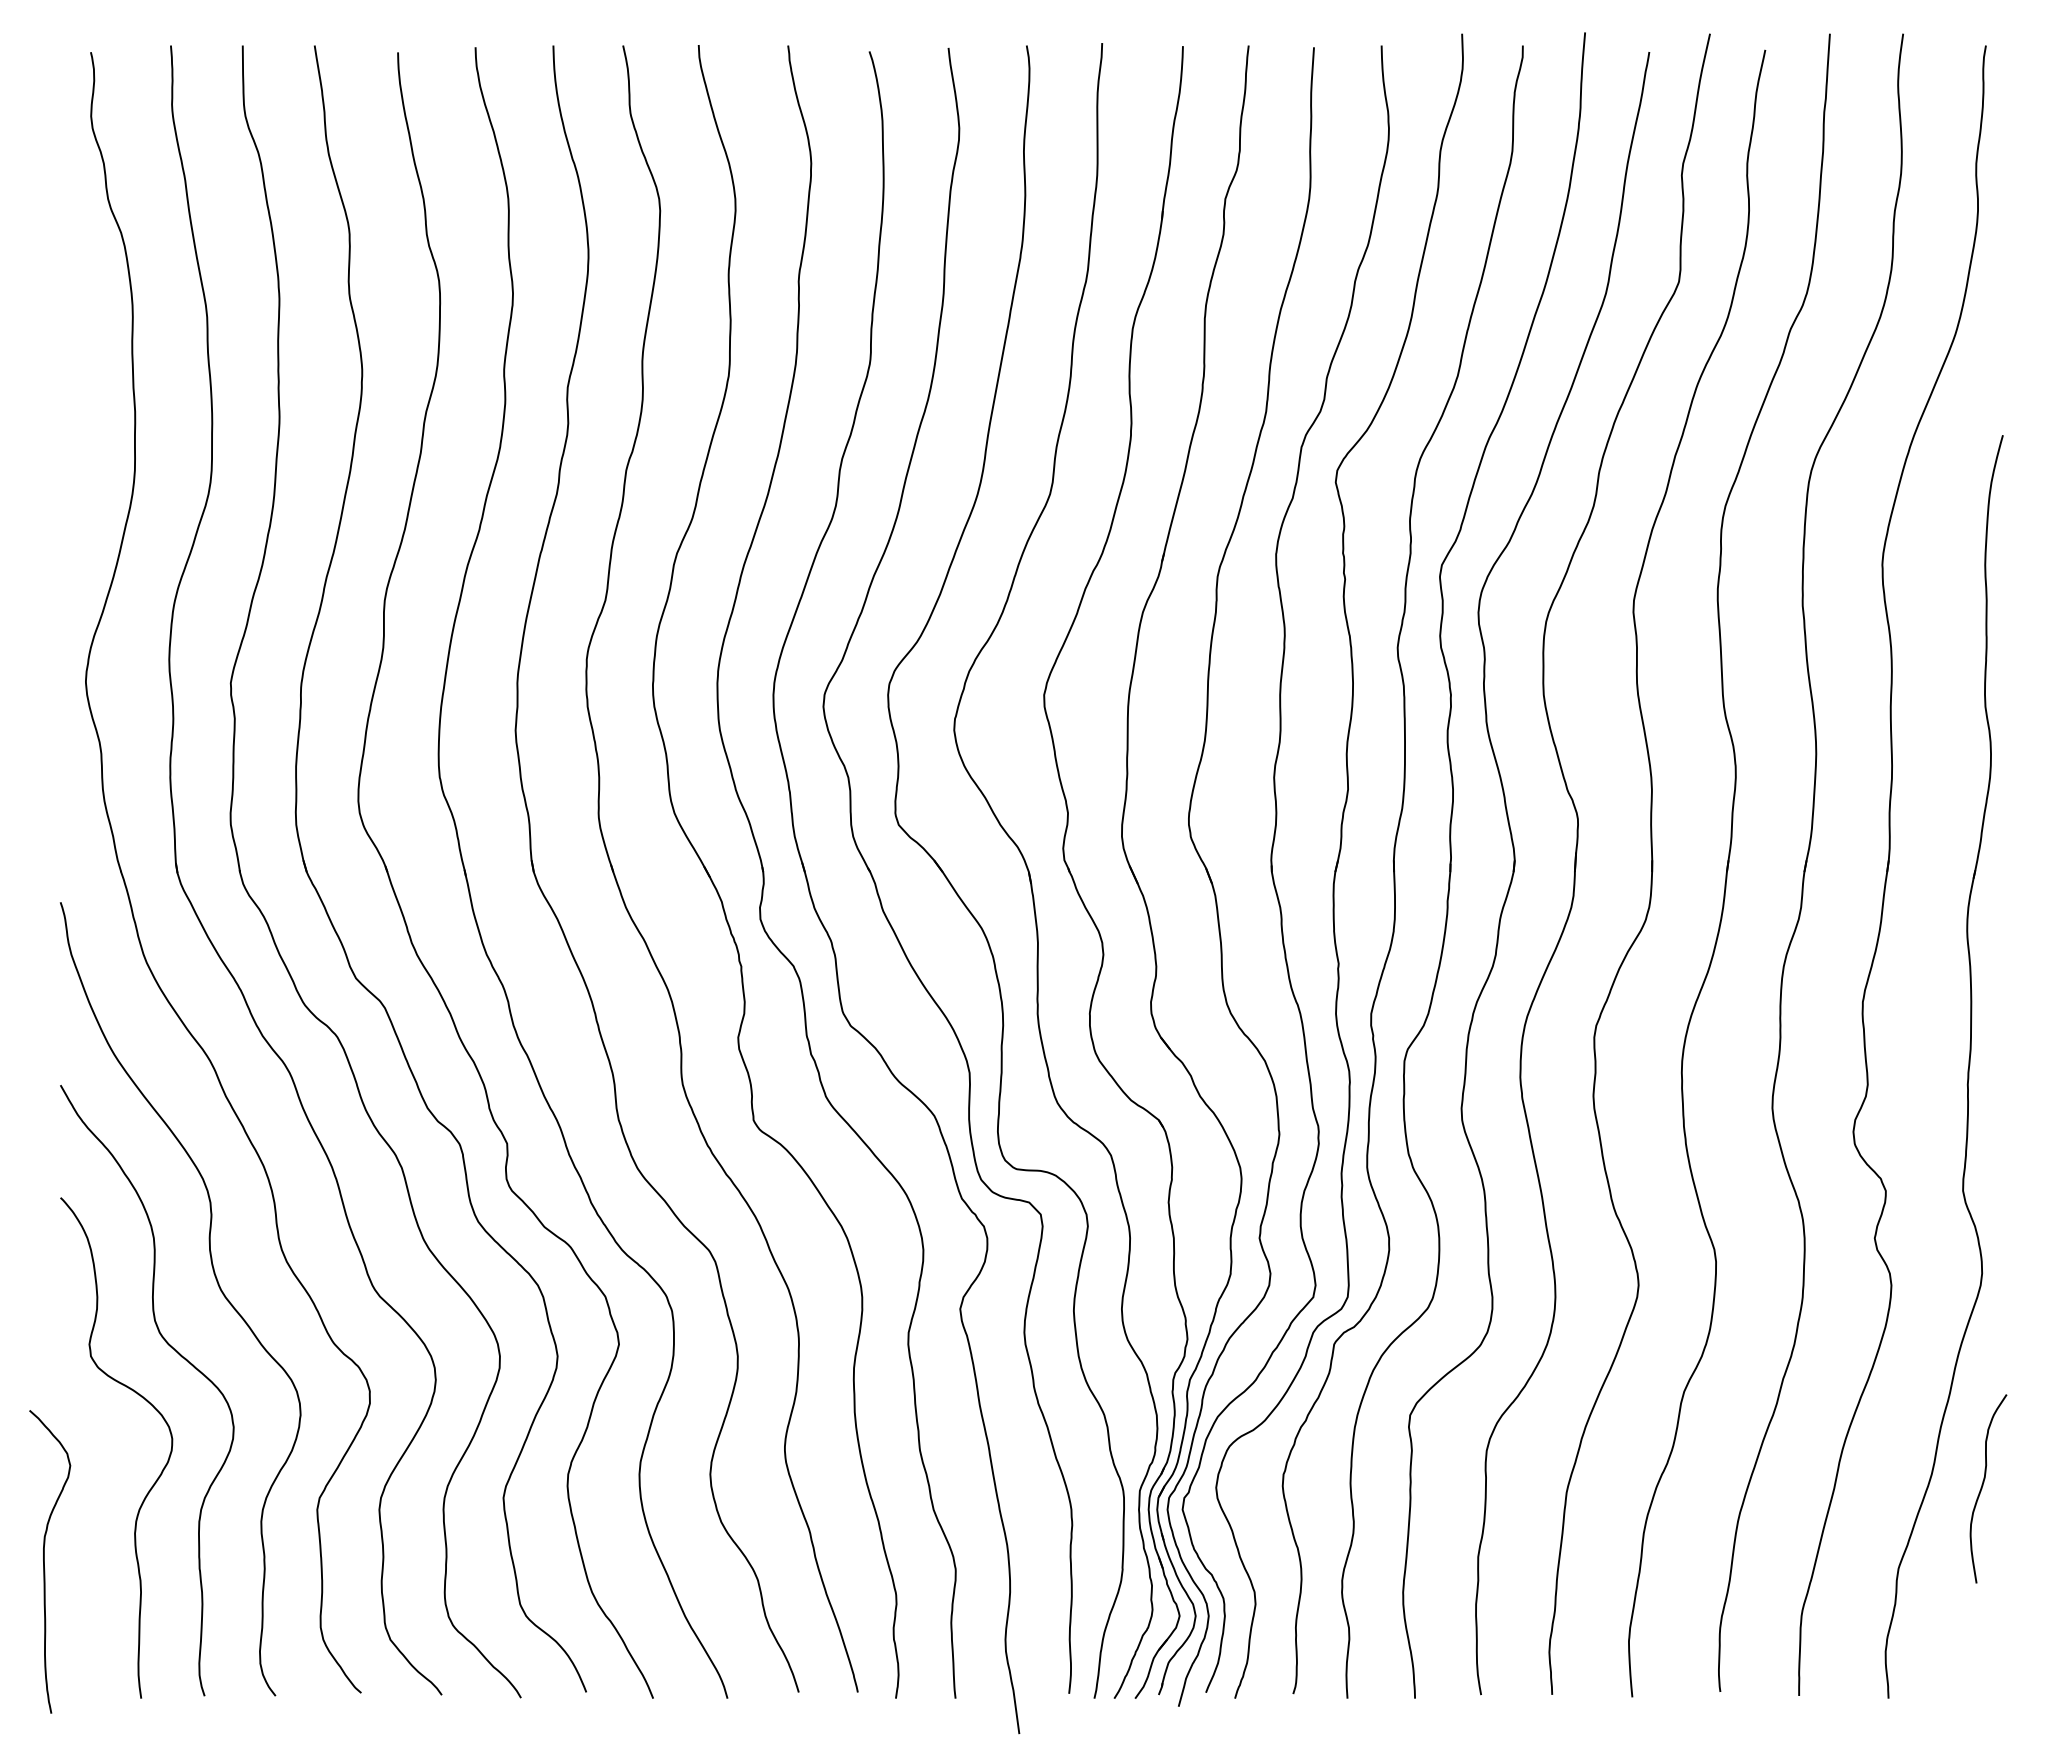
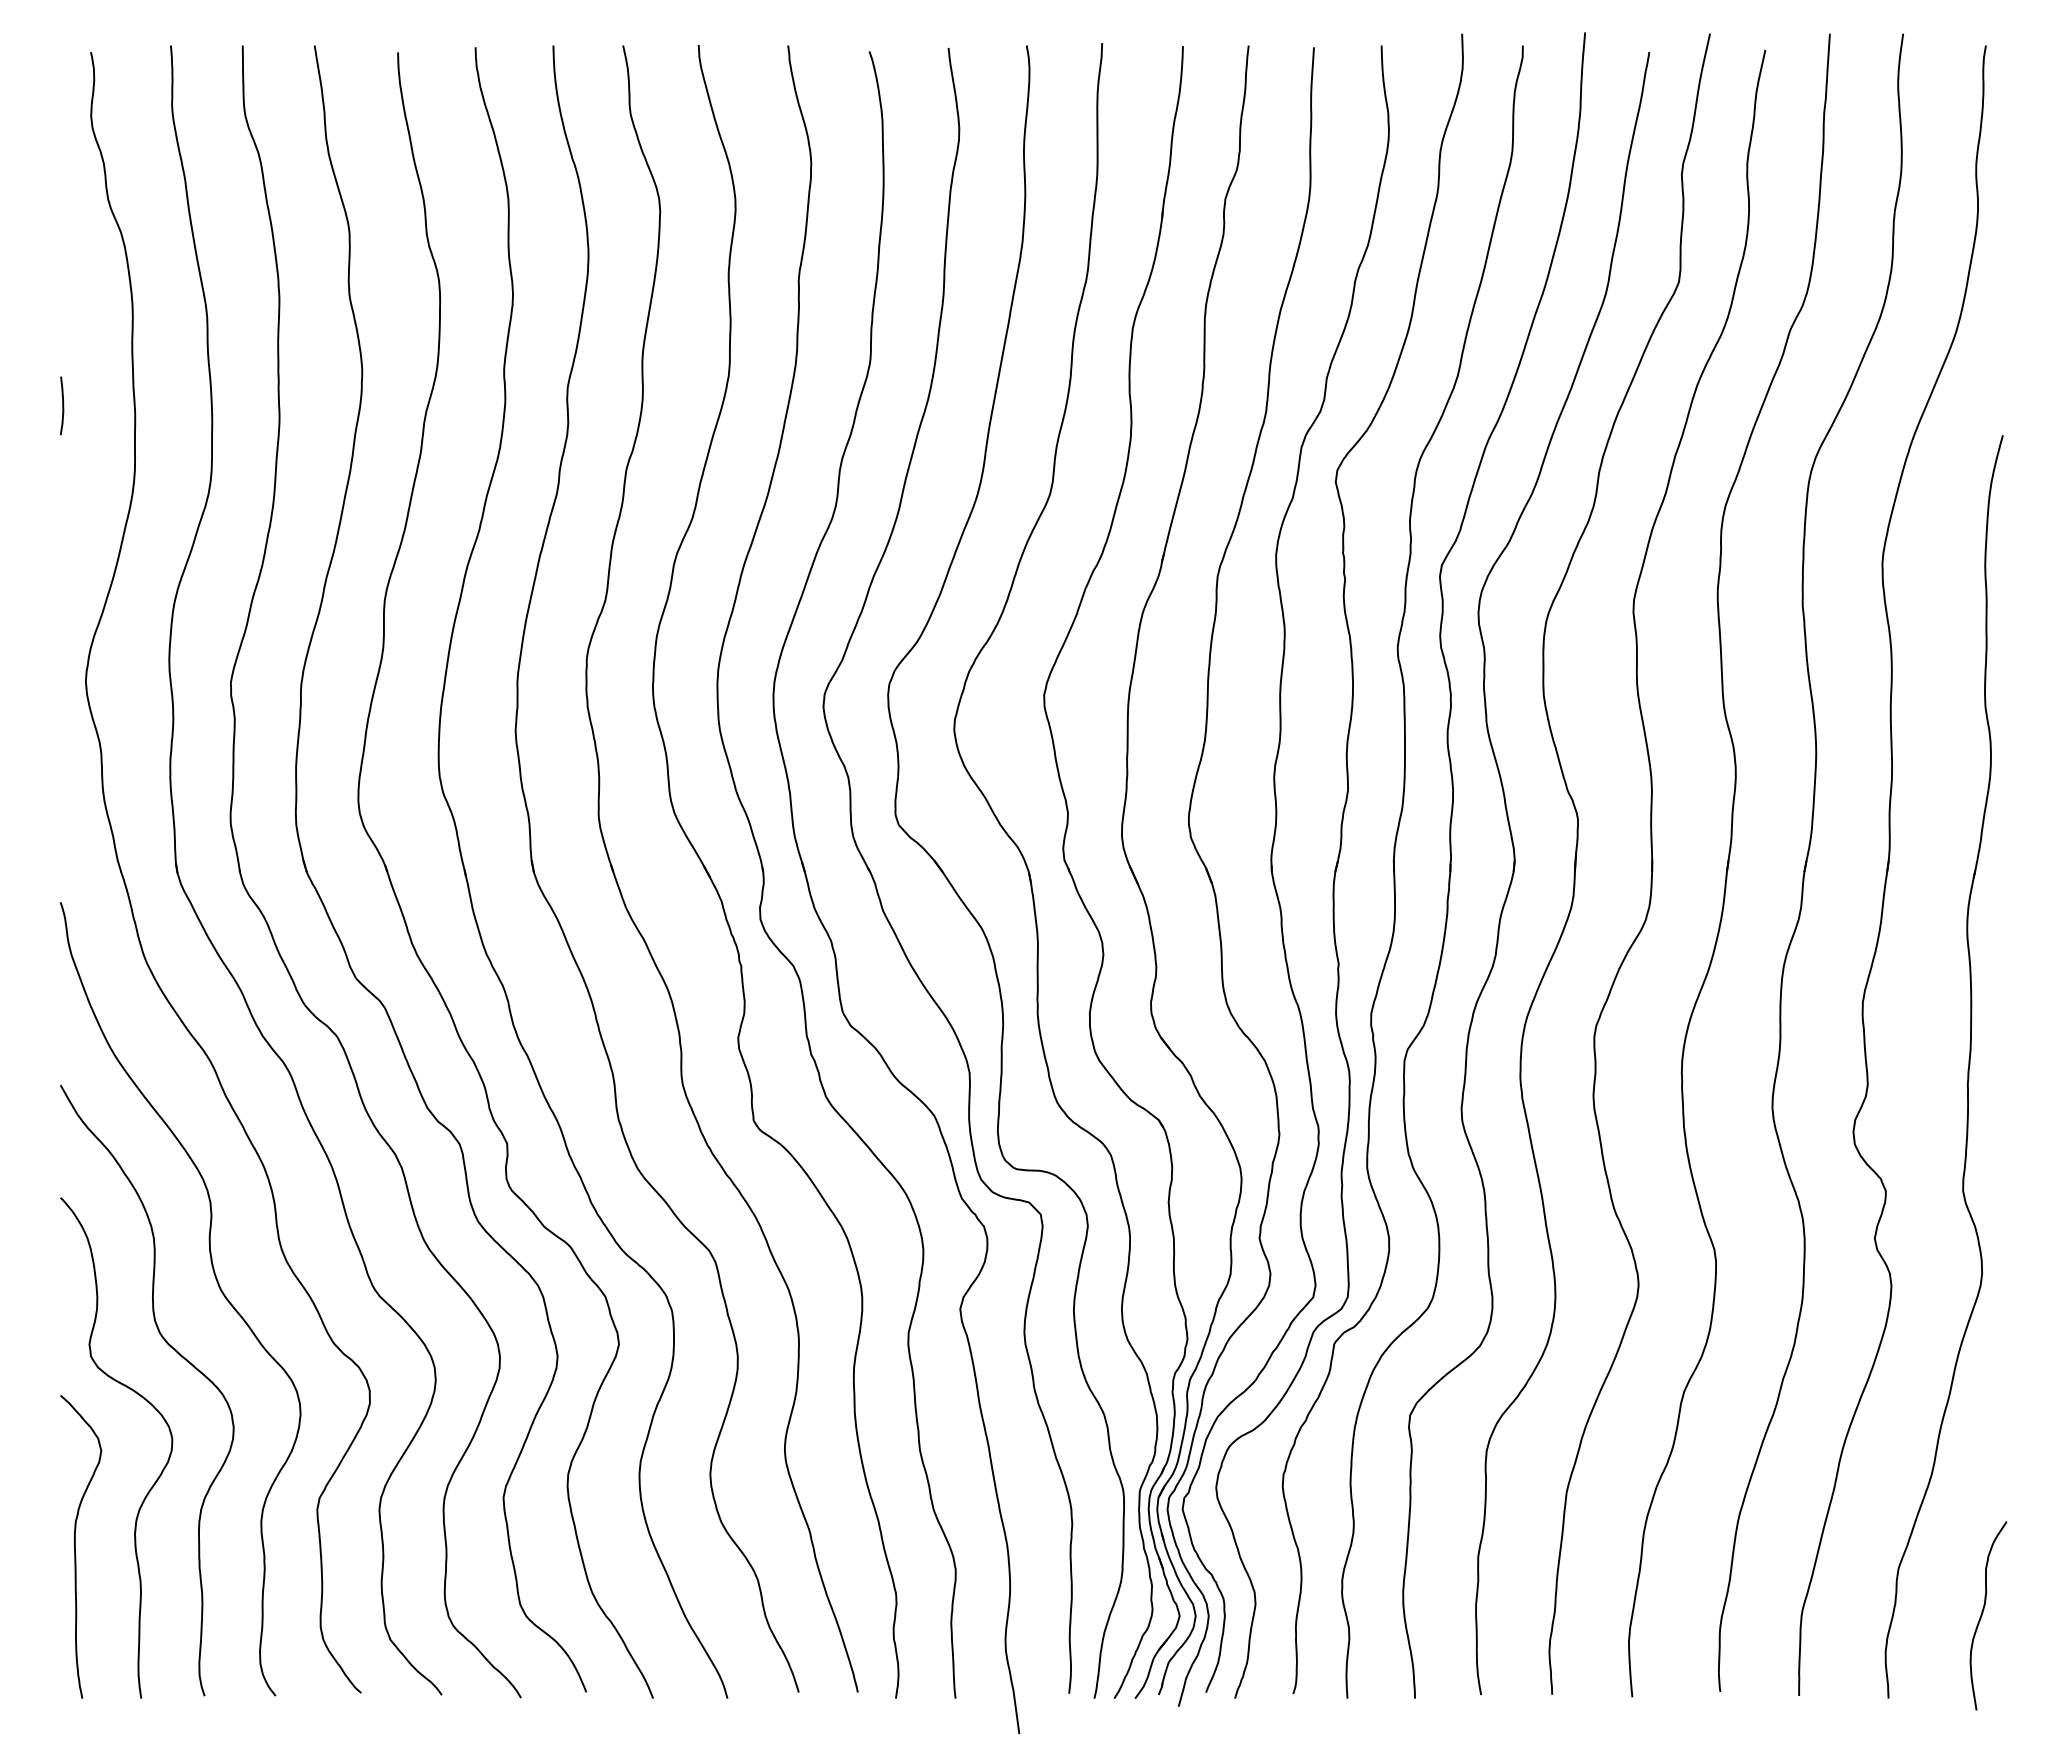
curve at (62, 405): none -> present
curve at (1983, 1486) position: (1983, 1486) -> (1983, 1613)
curve at (44, 1561) position: (44, 1561) -> (75, 1546)
